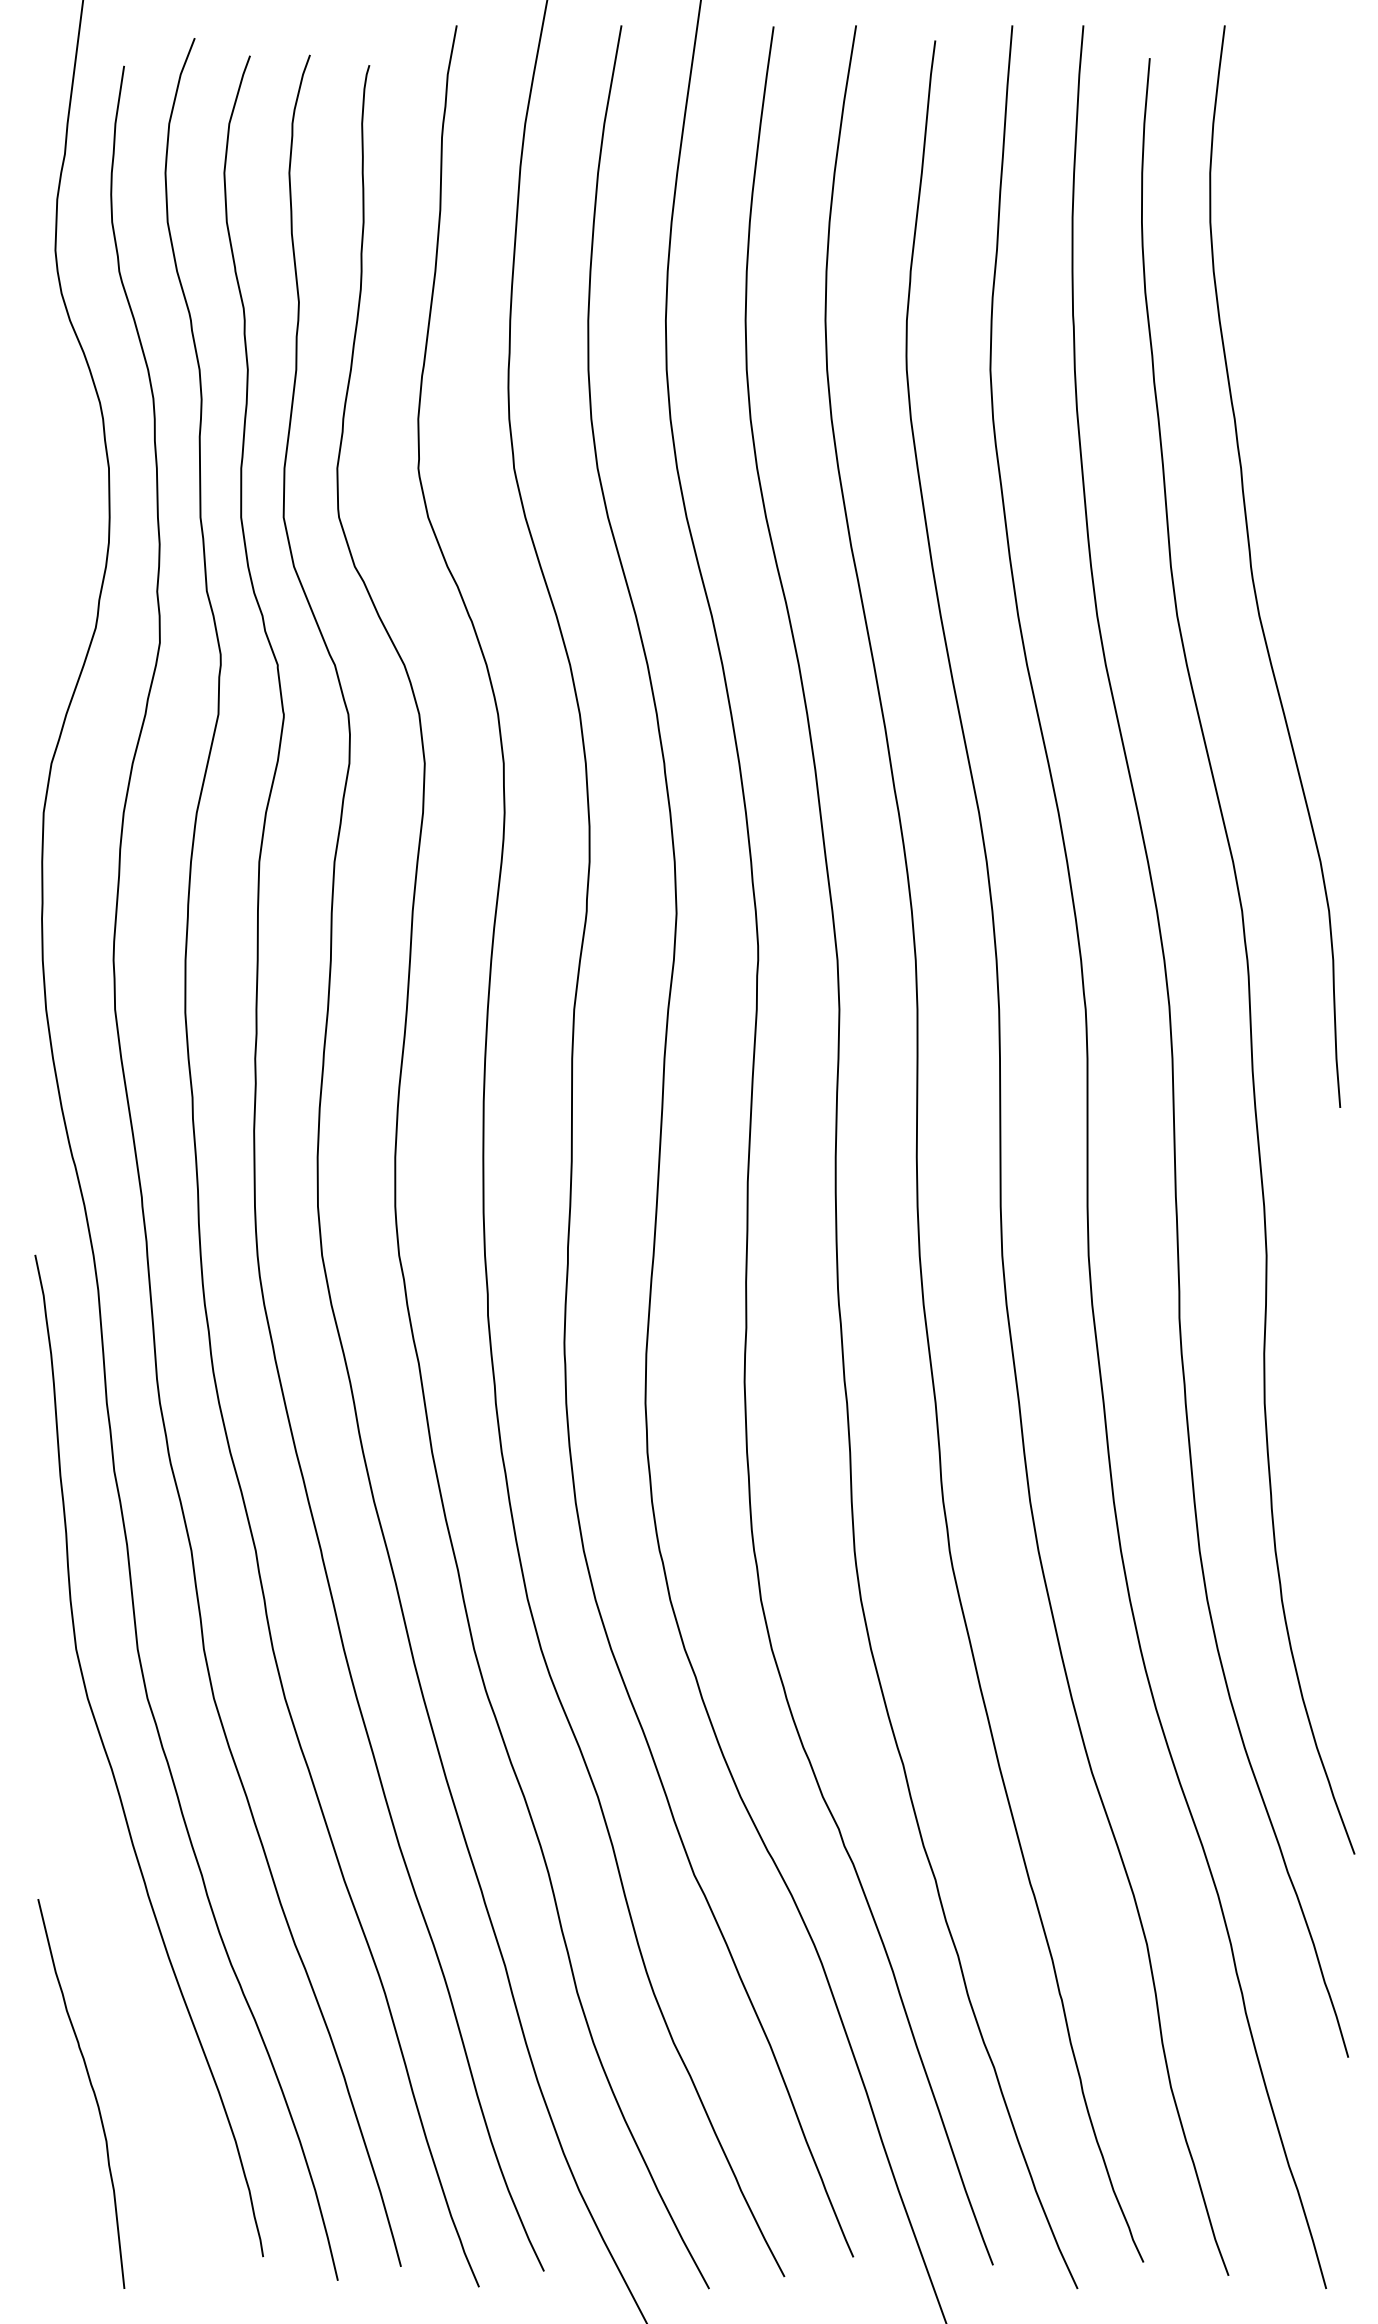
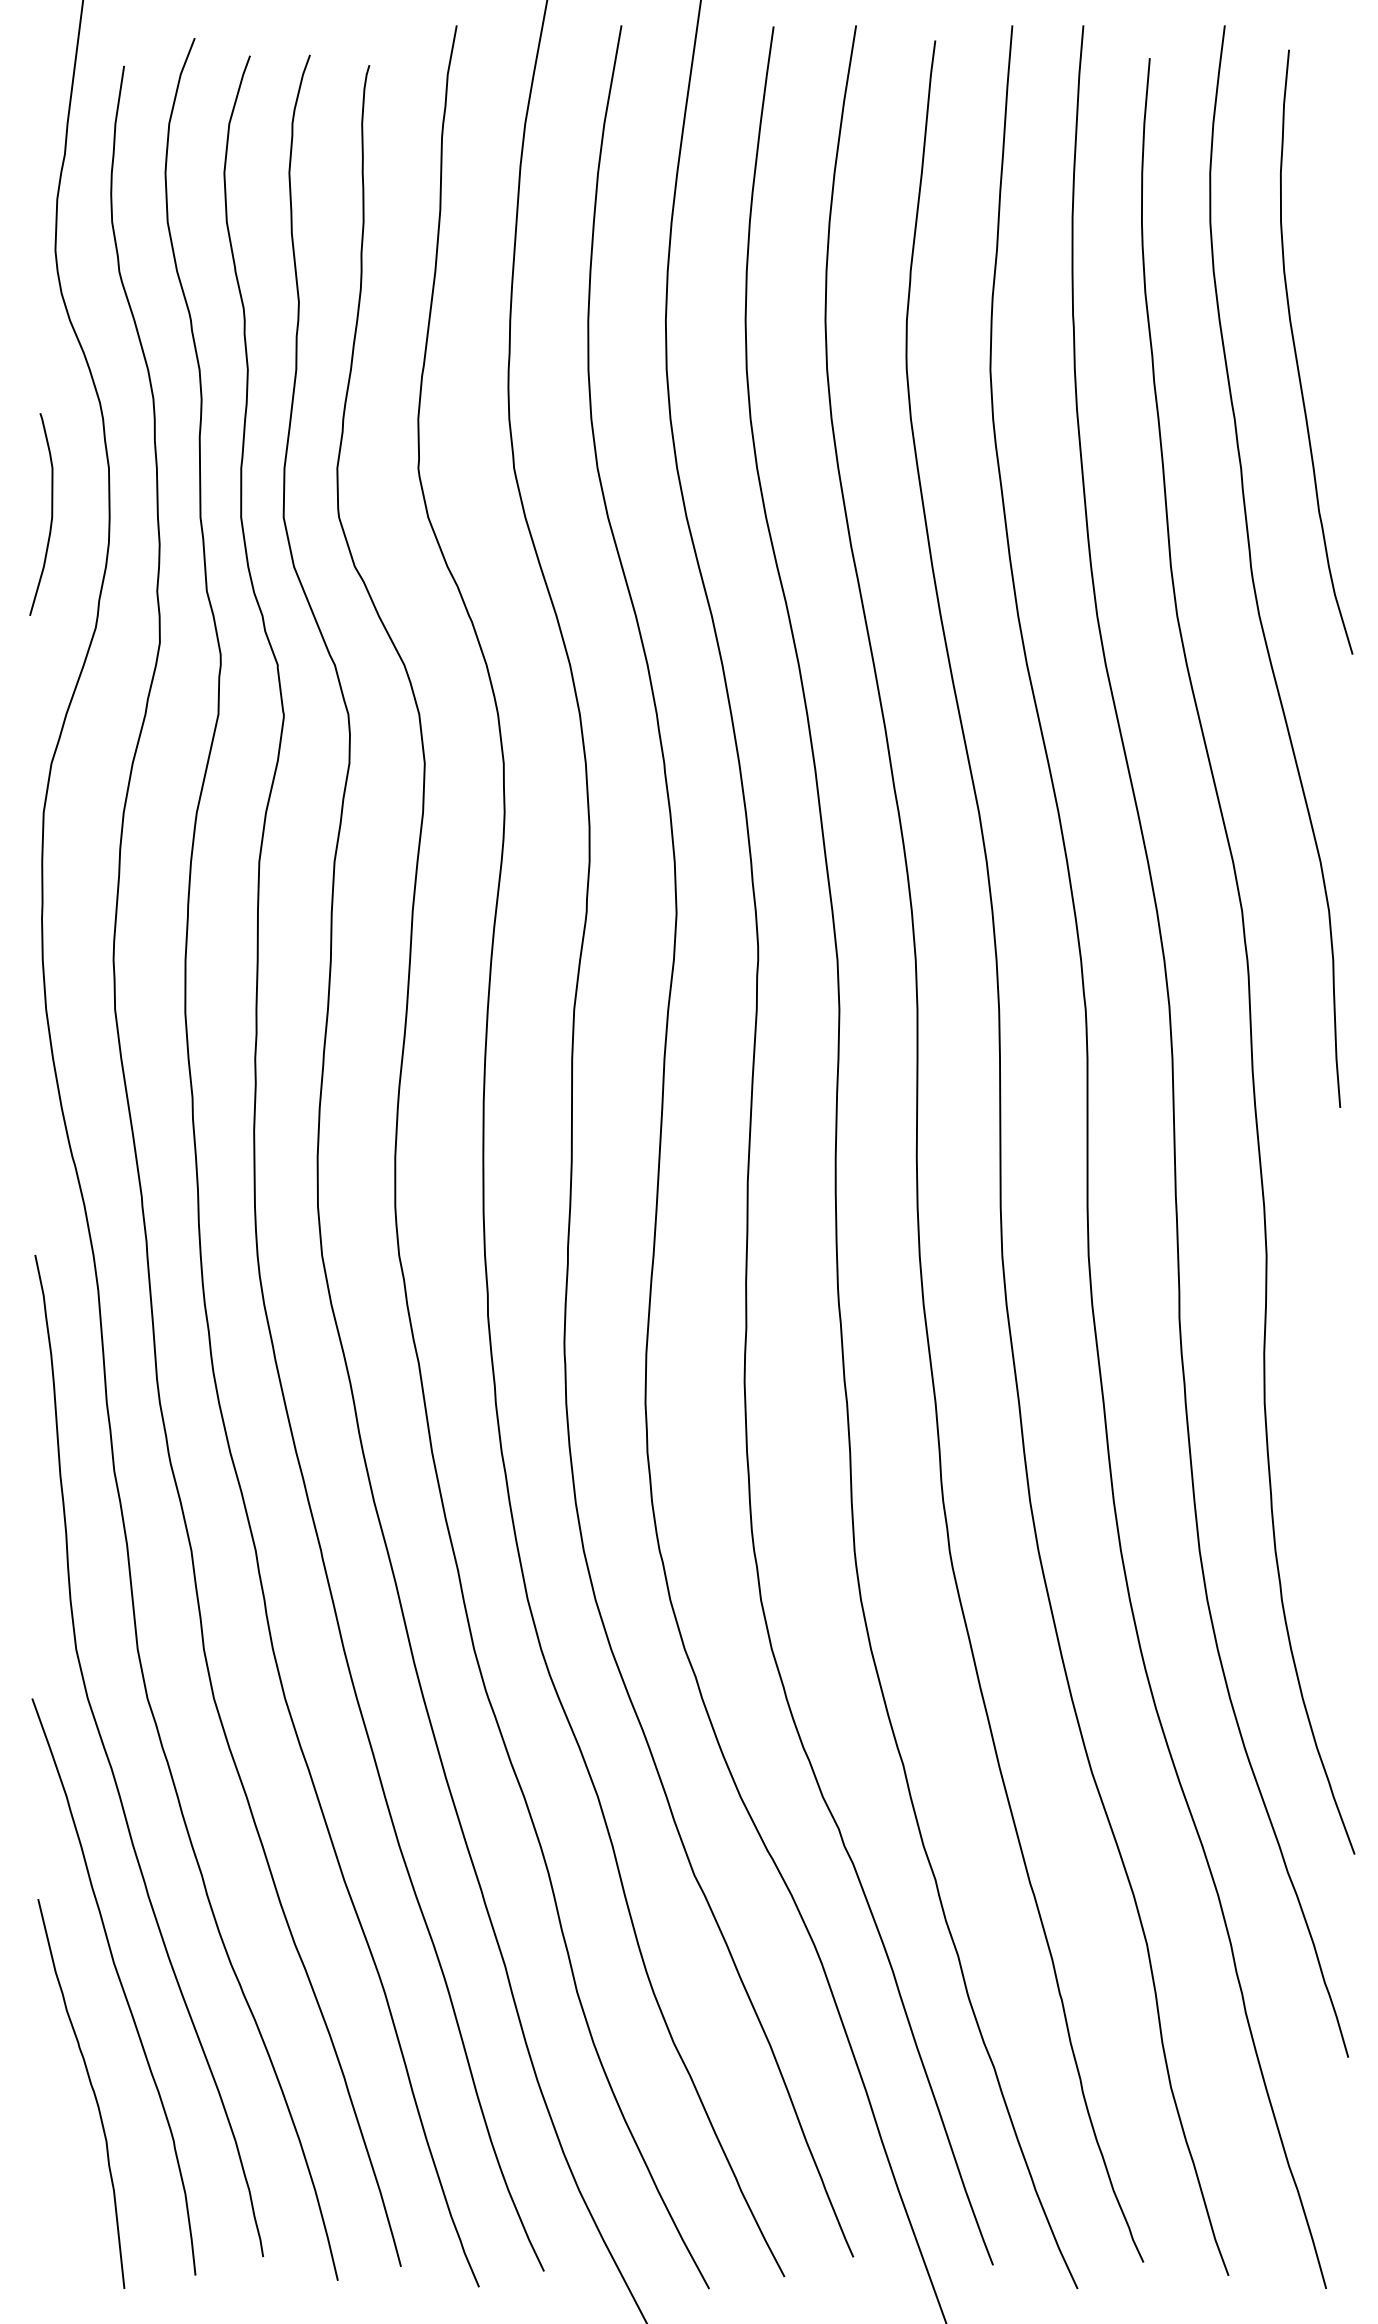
curve at (1297, 357): none -> present
curve at (51, 514): none -> present
curve at (120, 1985): none -> present
